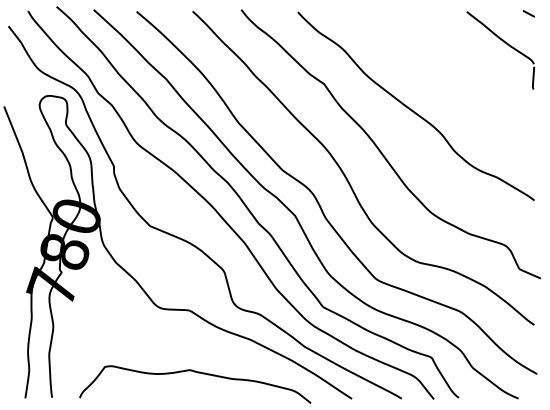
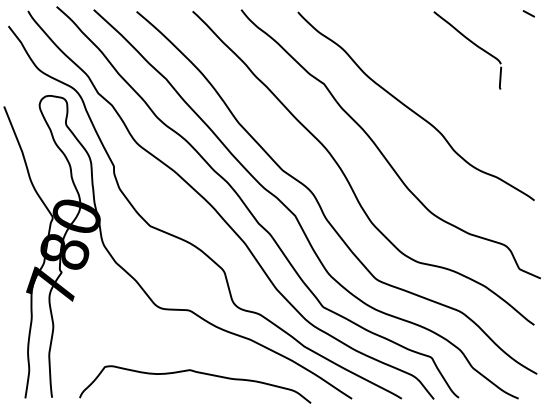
part at (506, 44) position: (506, 44) -> (473, 44)
